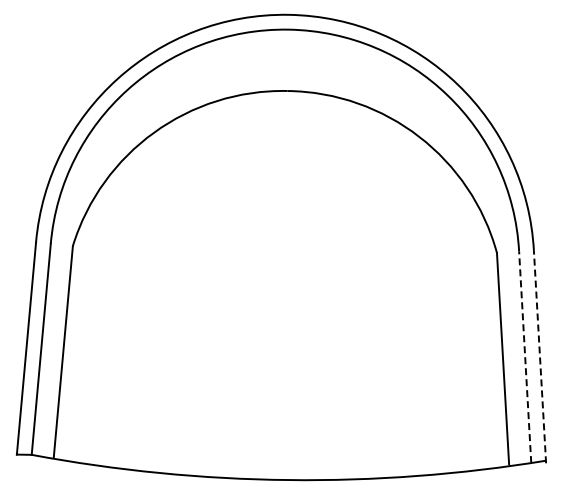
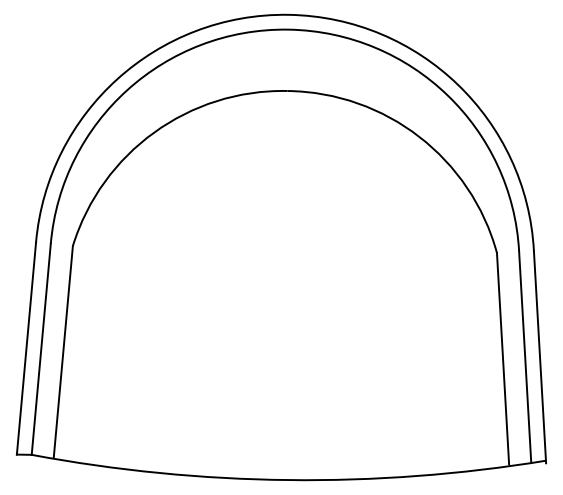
line at (539, 356): dashed -> solid
line at (525, 357): dashed -> solid
